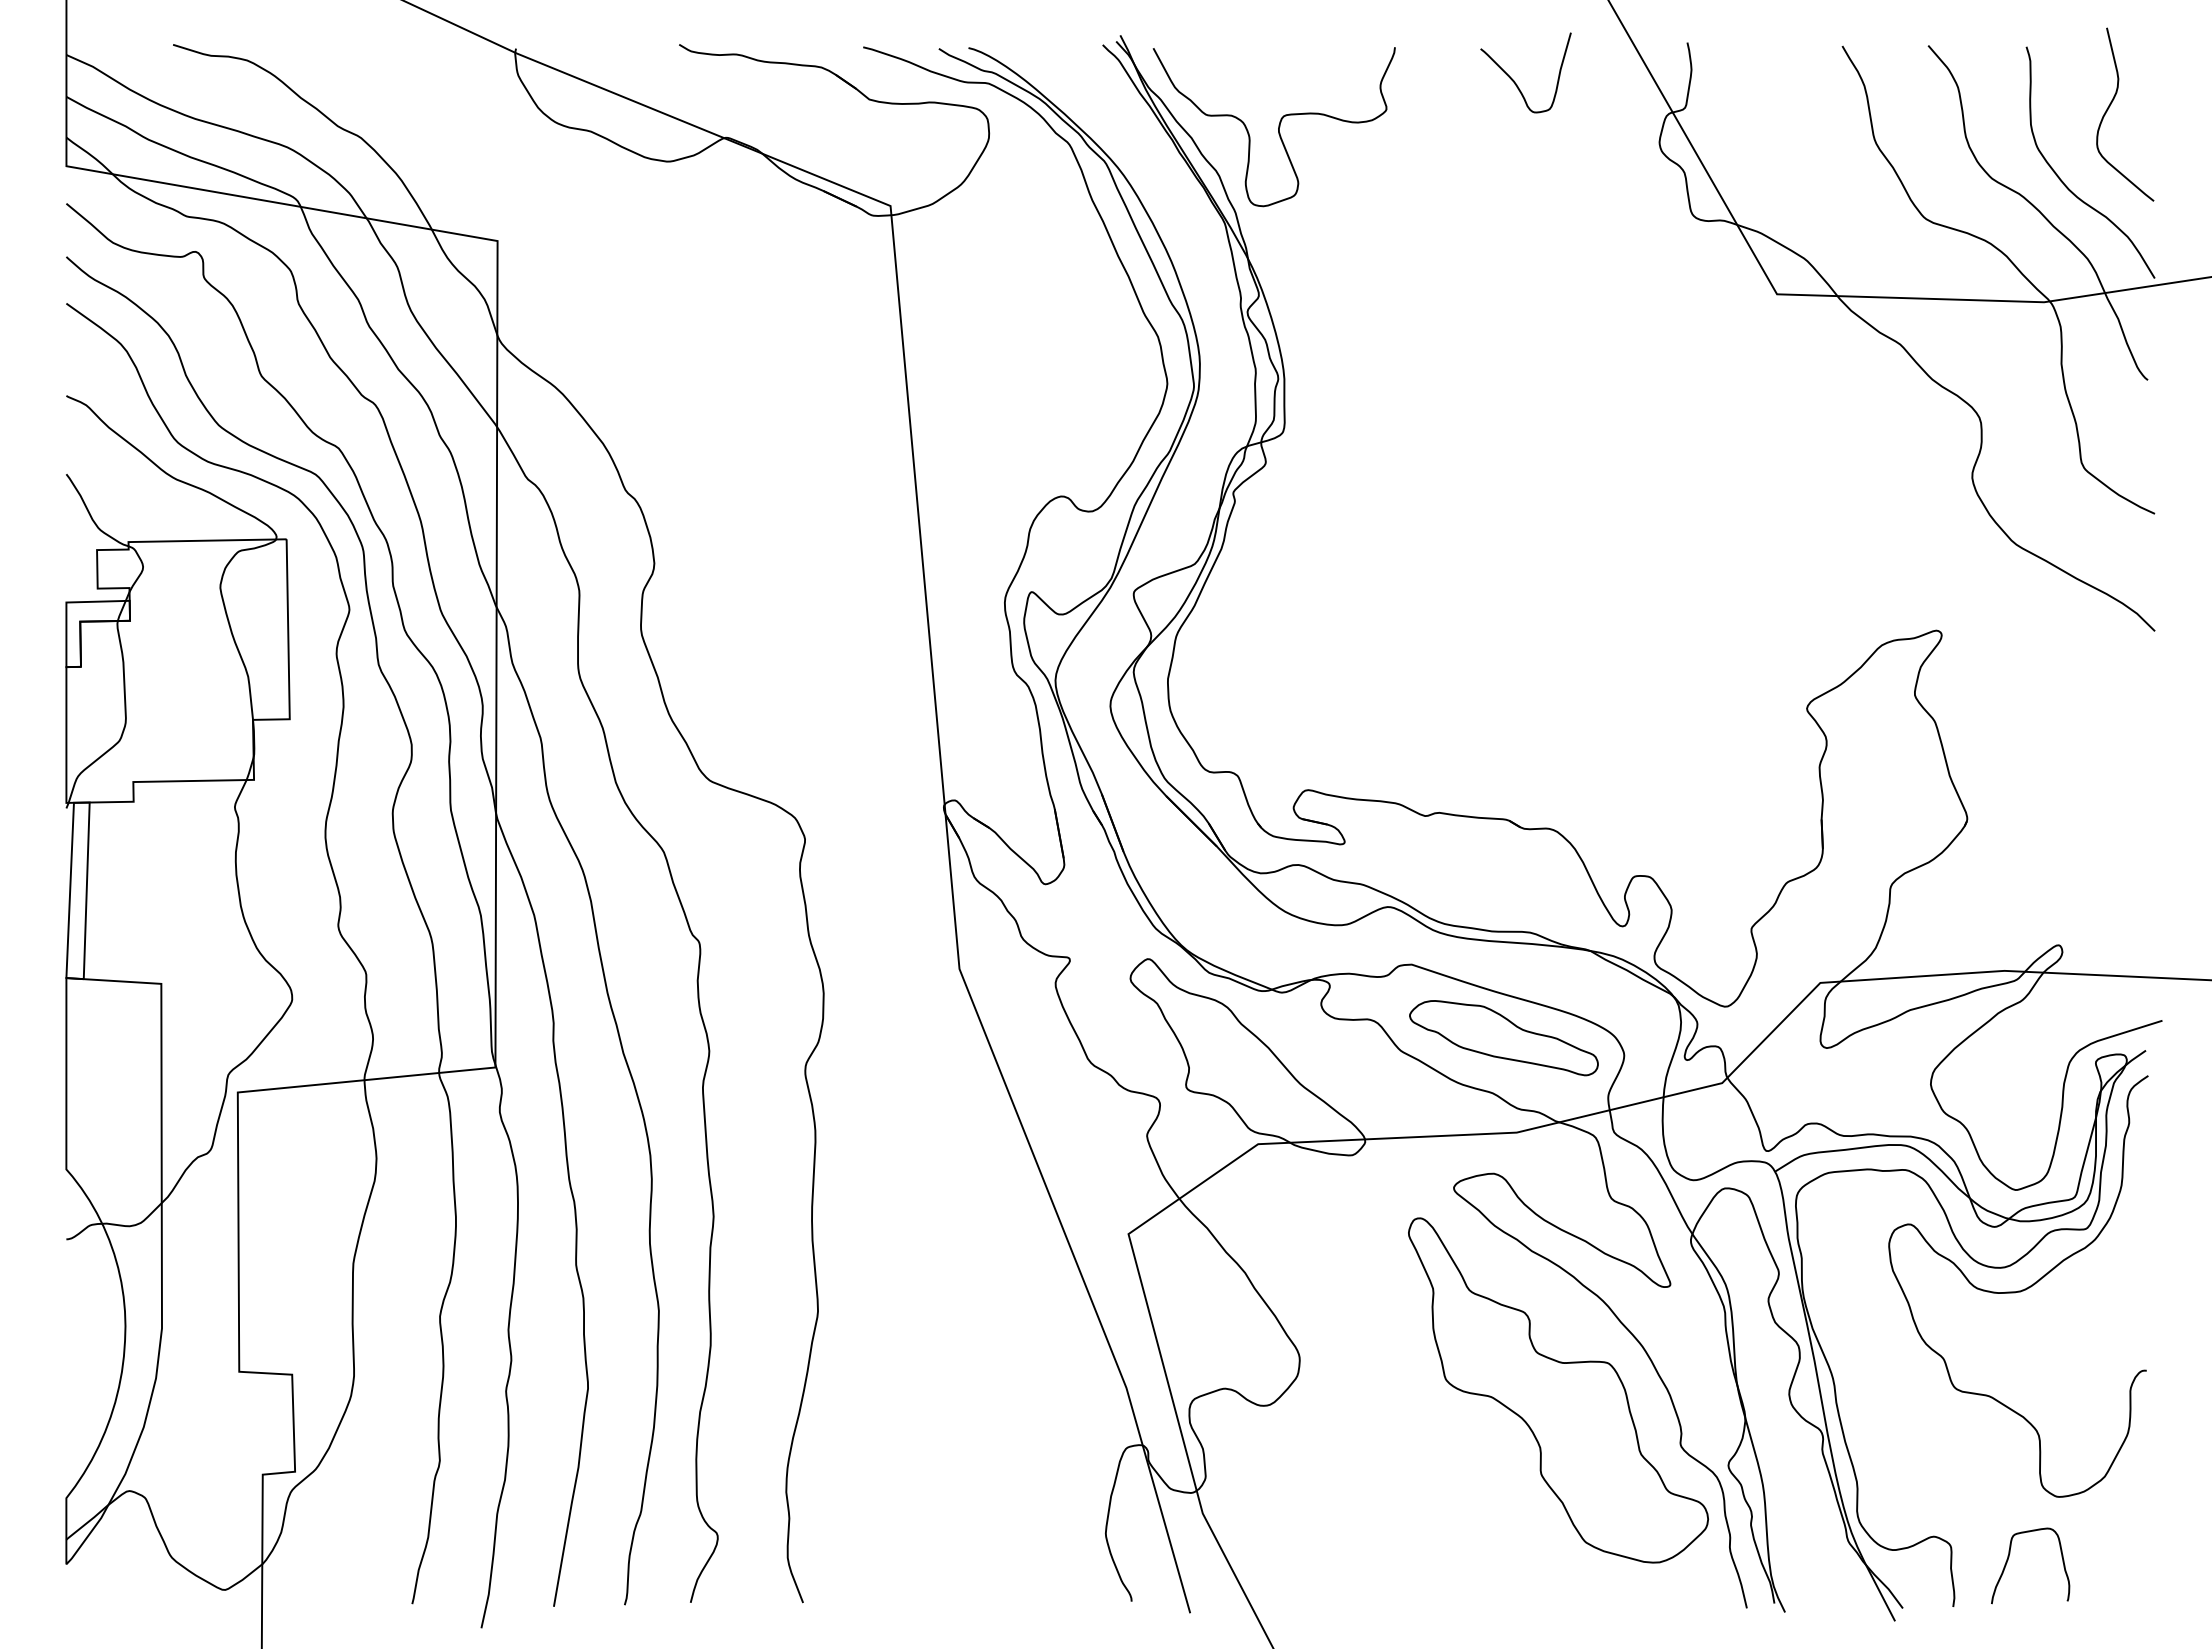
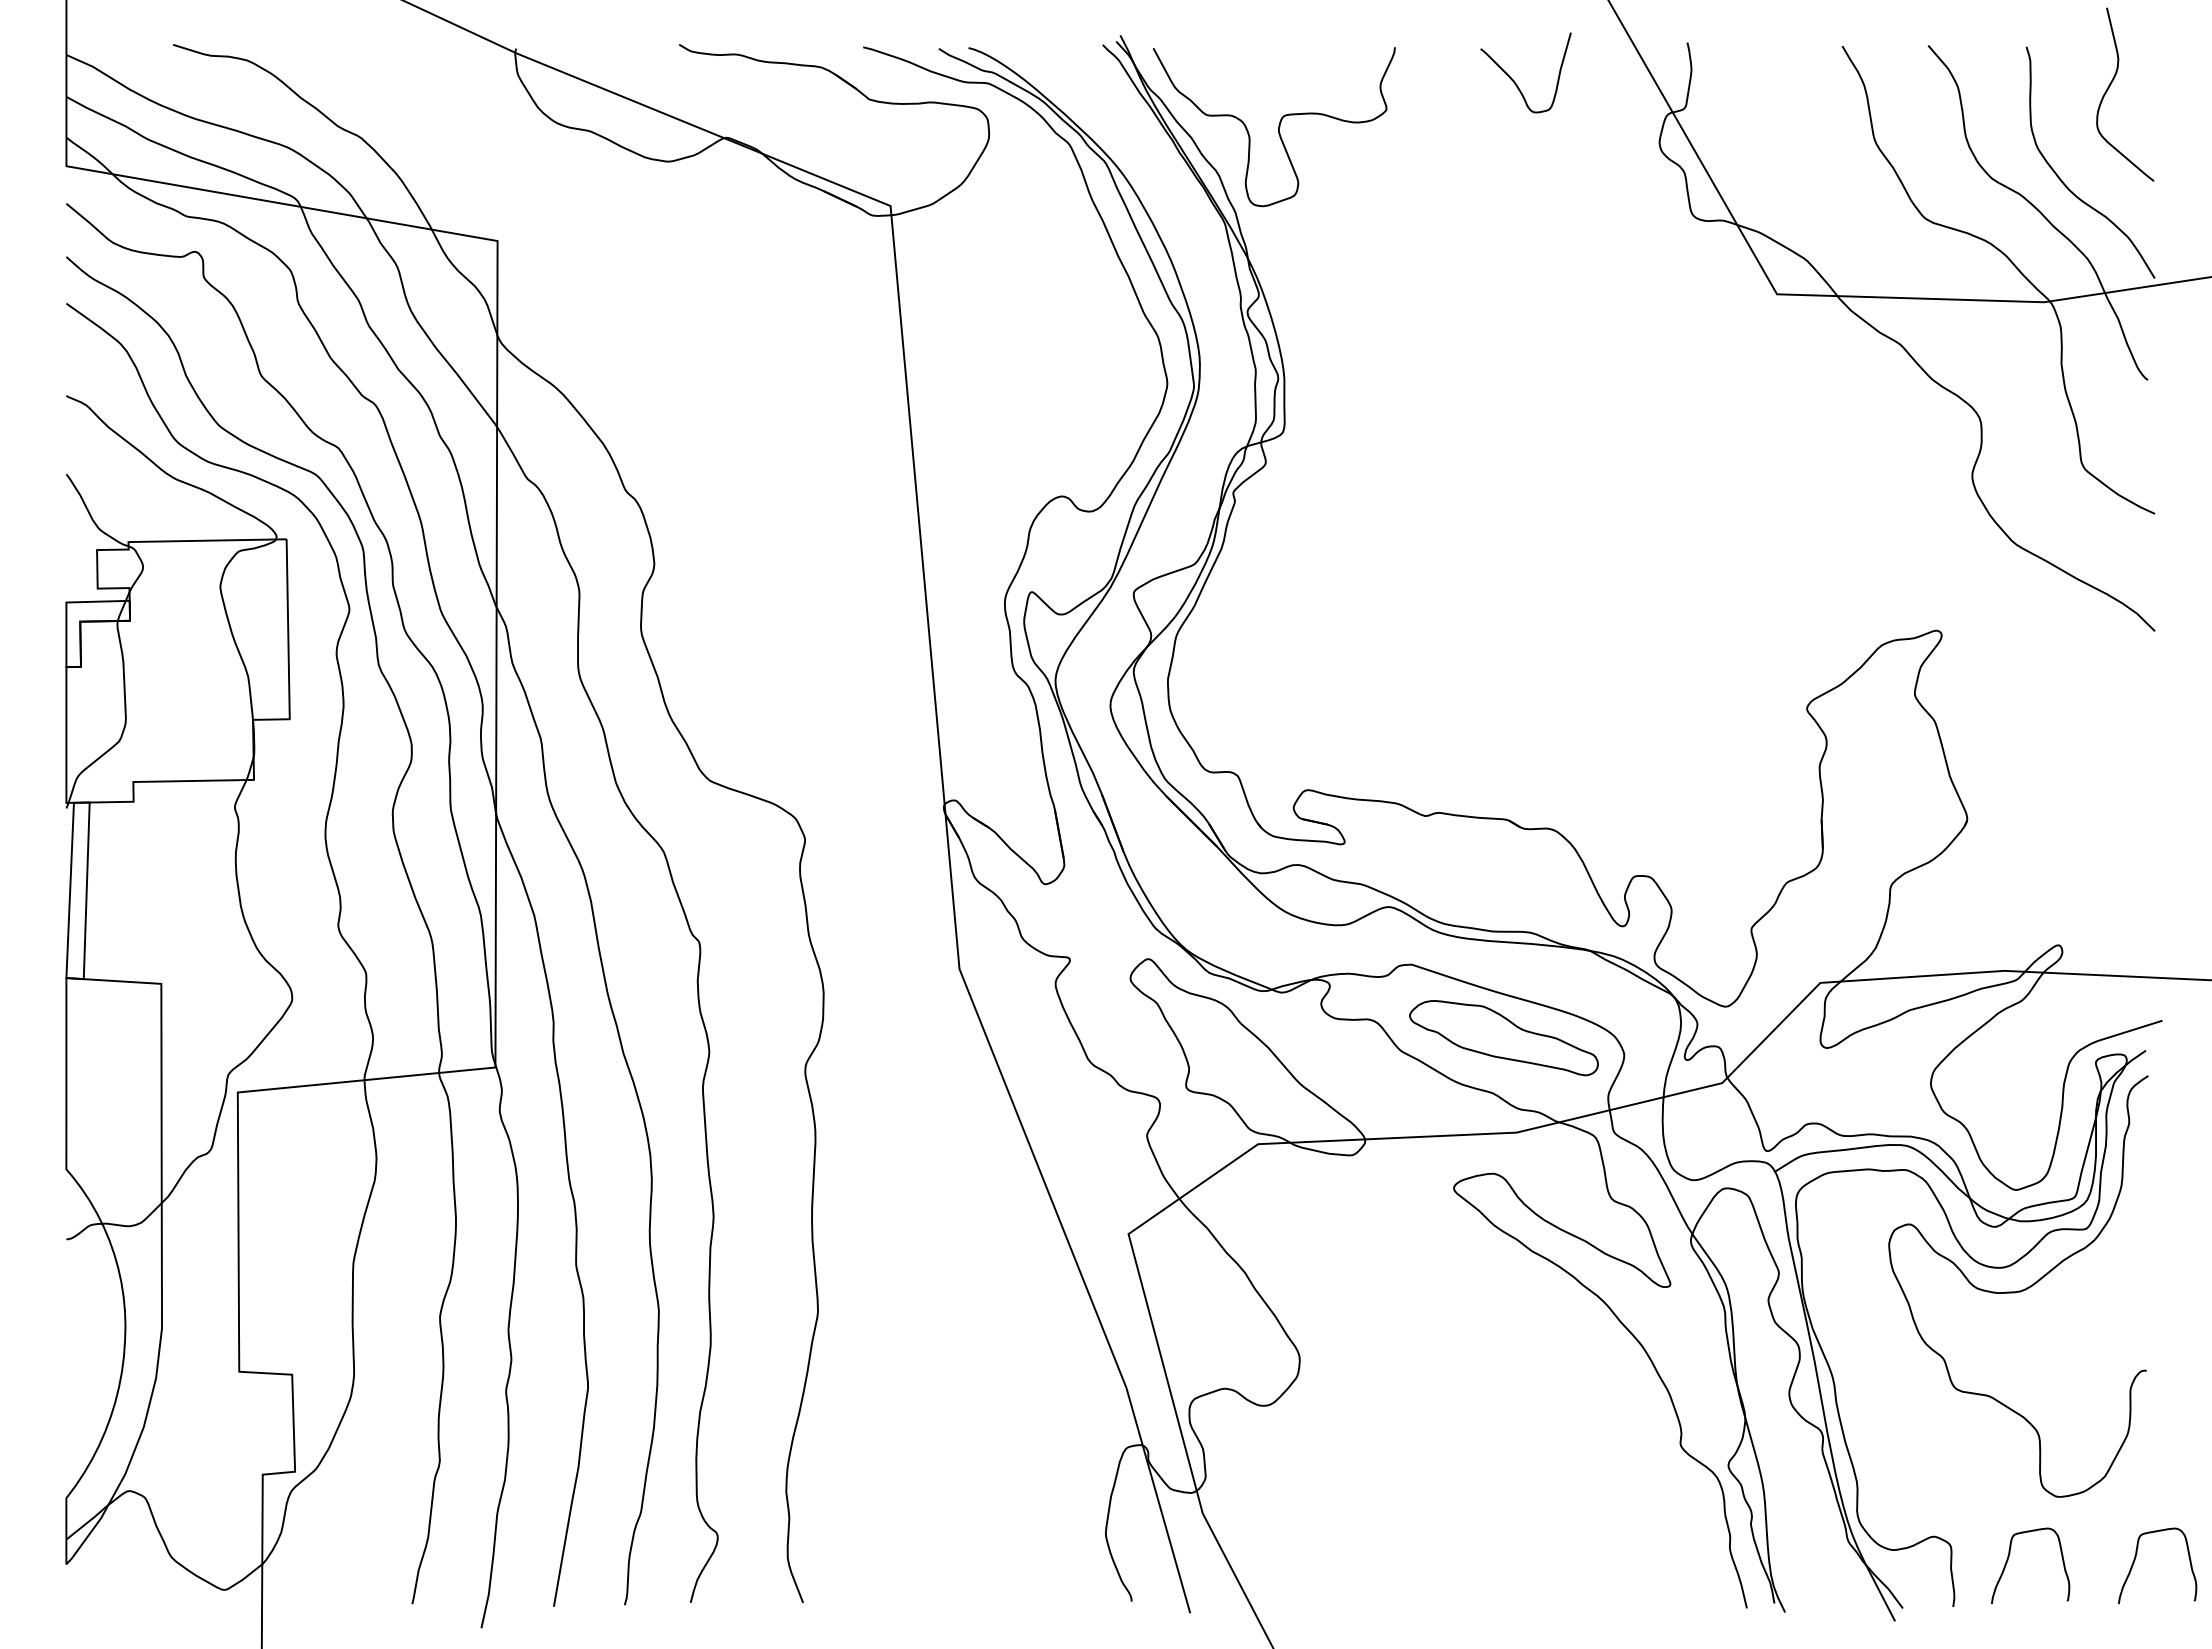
curve at (2110, 106) position: (2110, 106) -> (2110, 86)
part at (1558, 1390): present -> none
curve at (2136, 1557): none -> present
